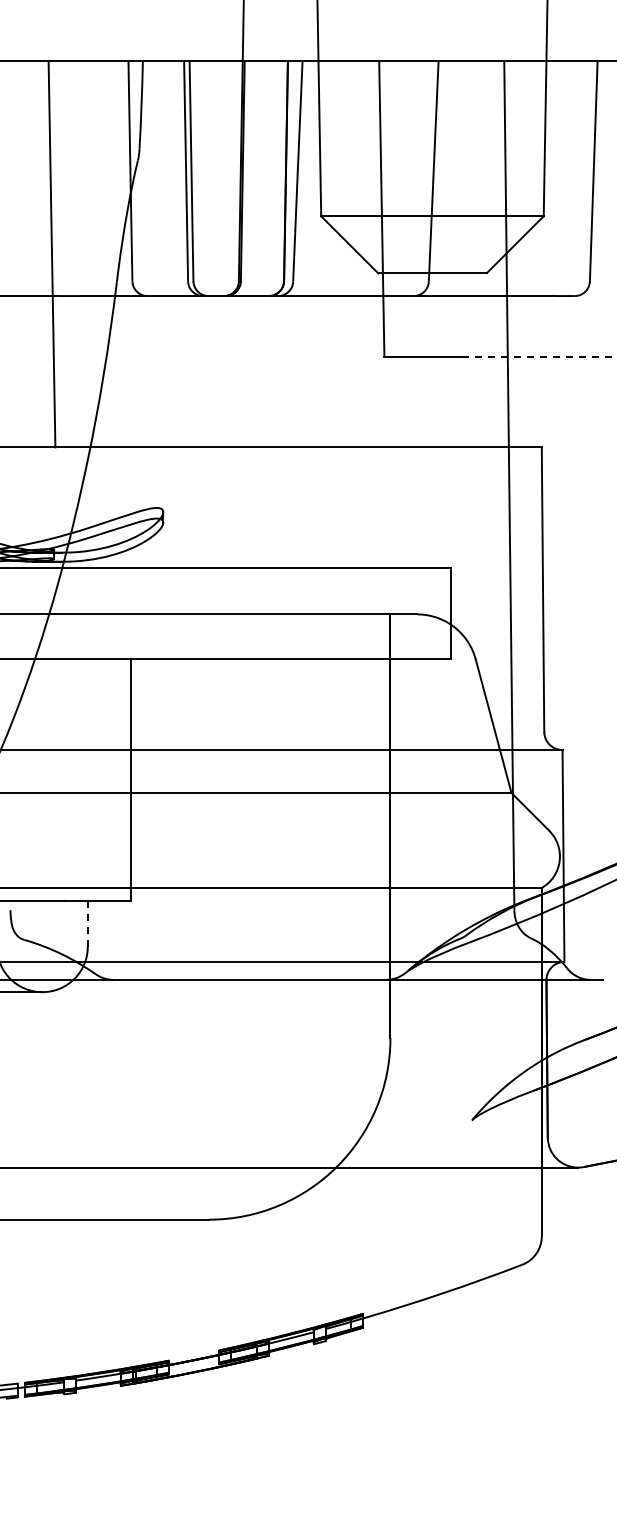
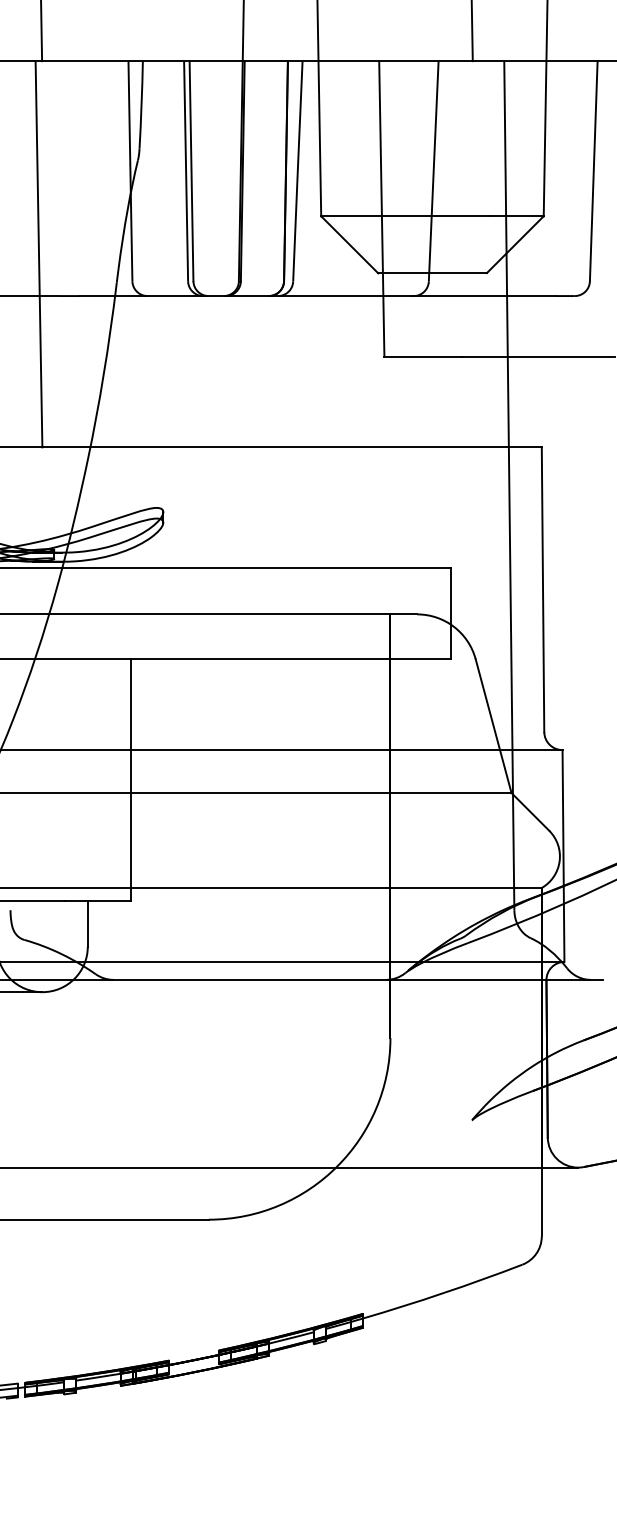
line at (41, 31): none -> present
line at (471, 31): none -> present
line at (51, 254) position: (51, 254) -> (38, 254)
line at (538, 356): dashed -> solid
line at (87, 924): dashed -> solid
